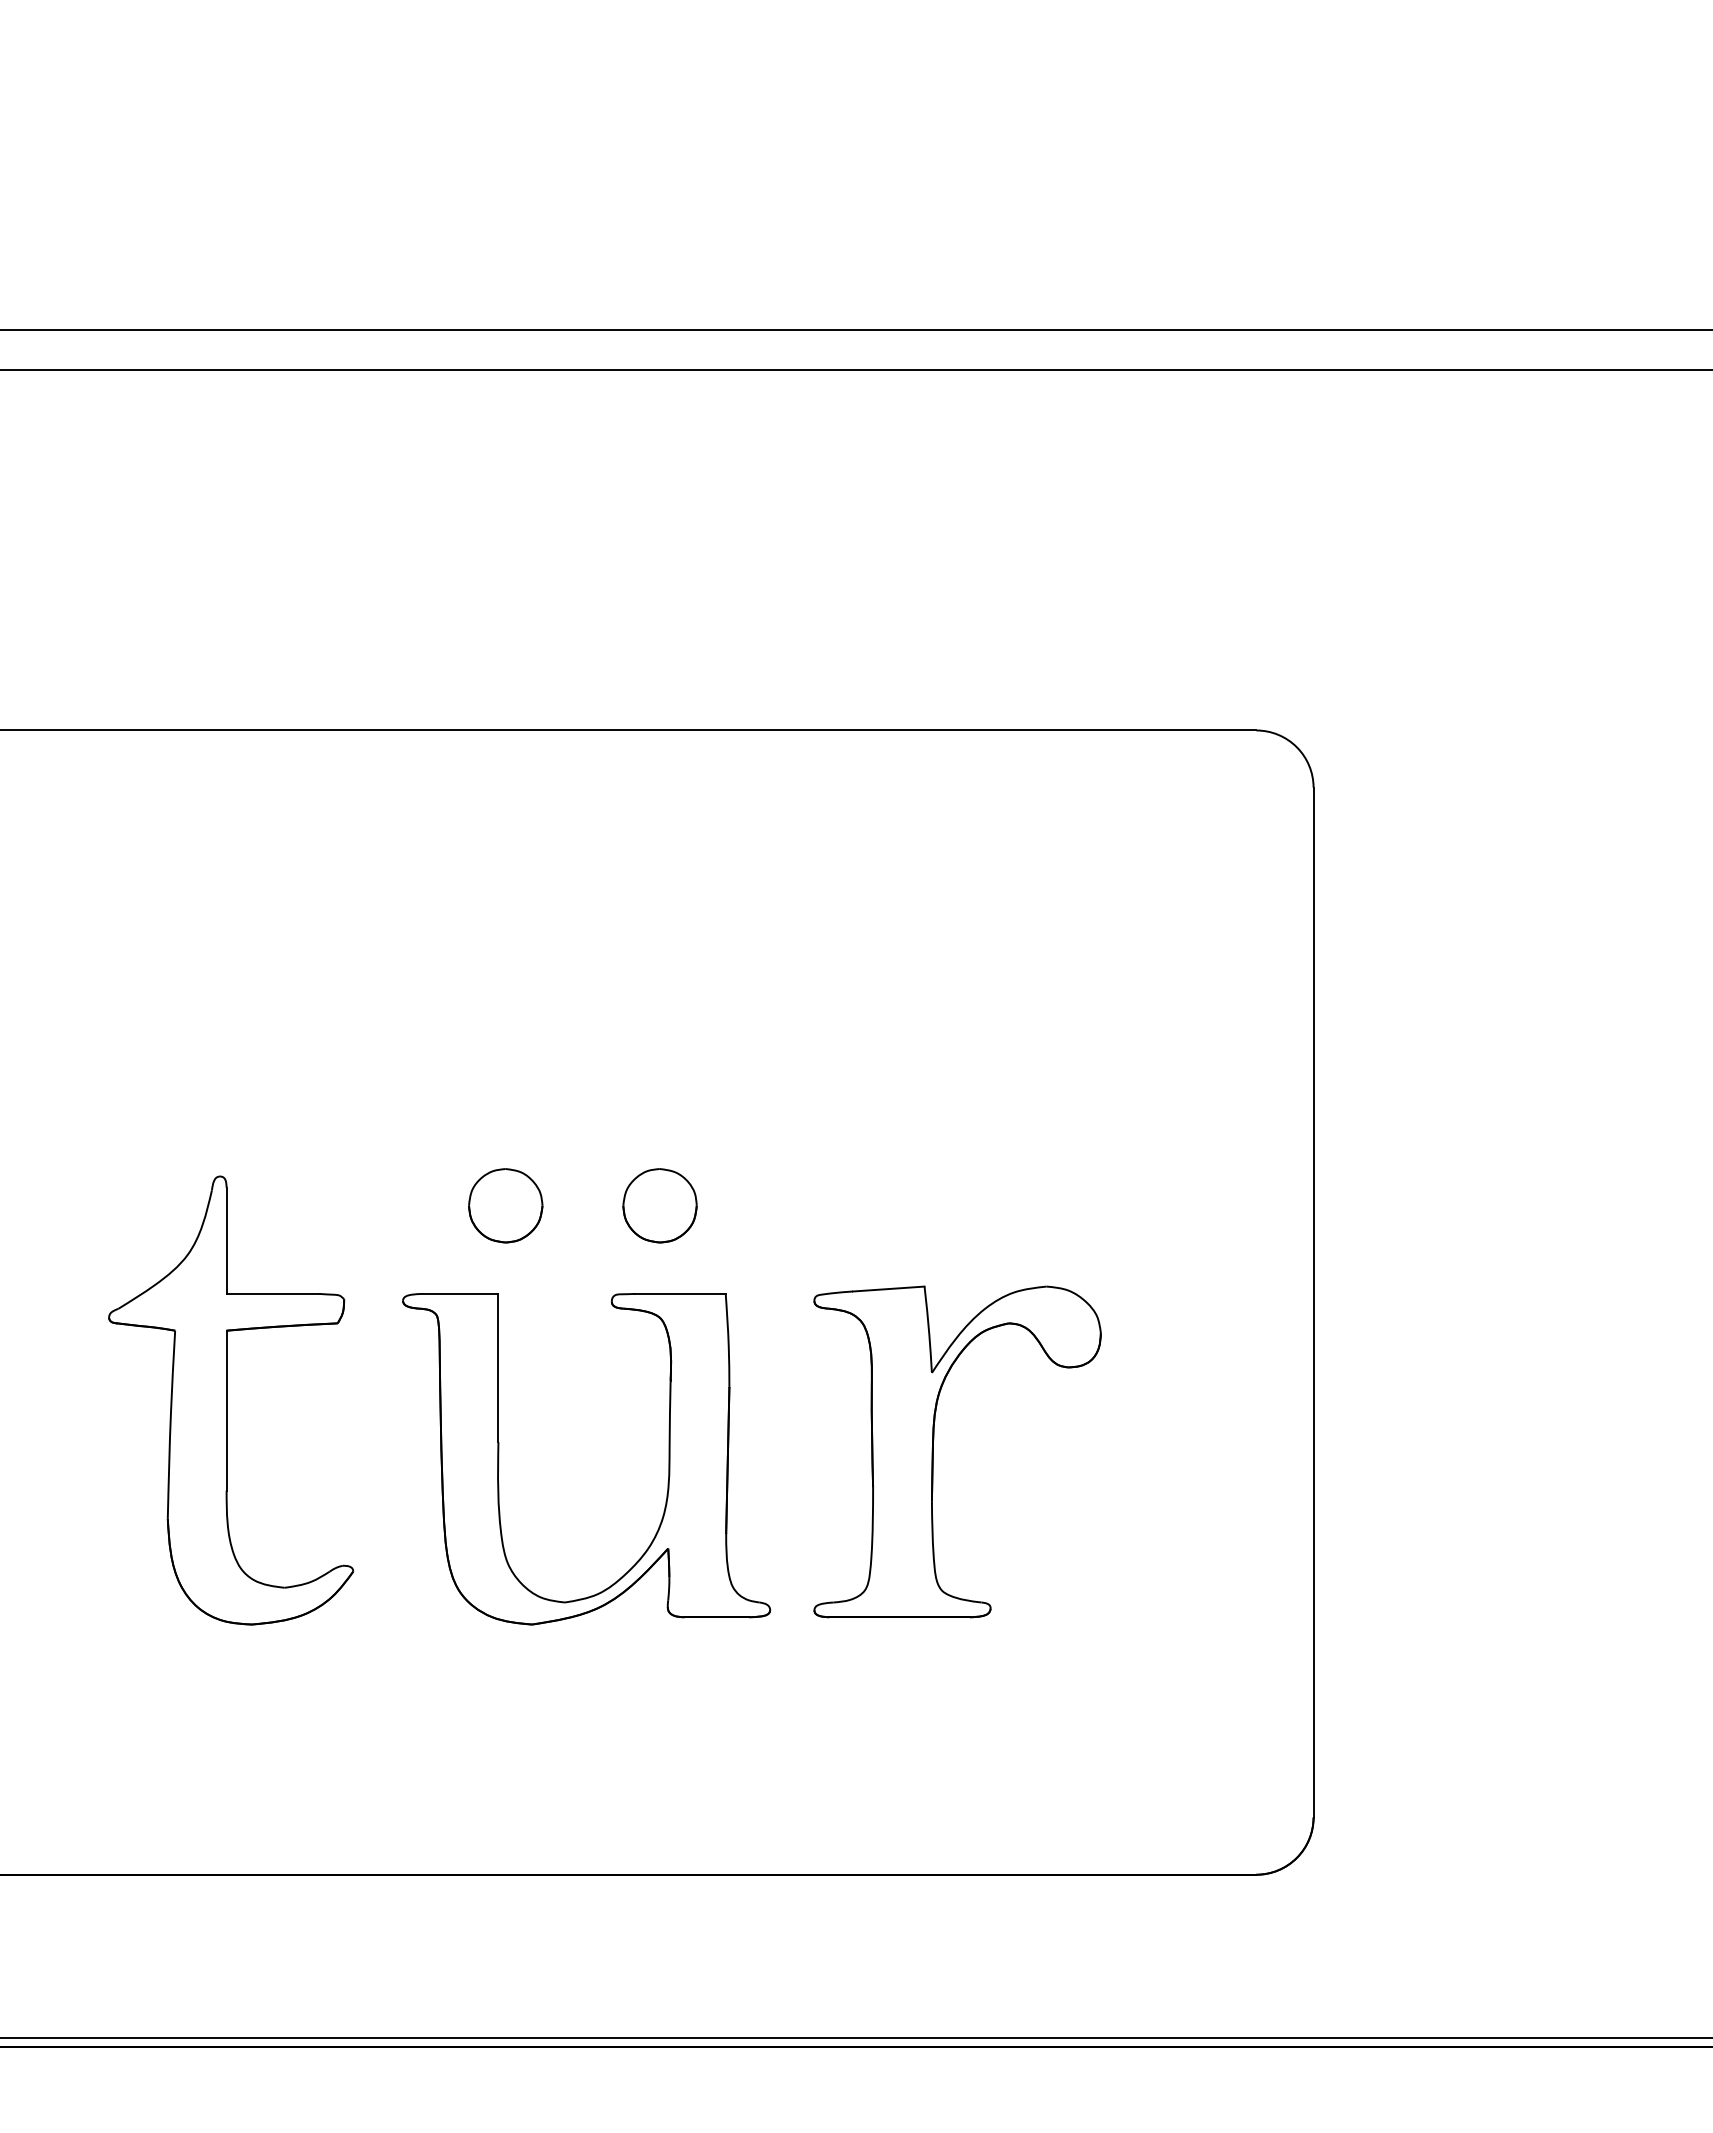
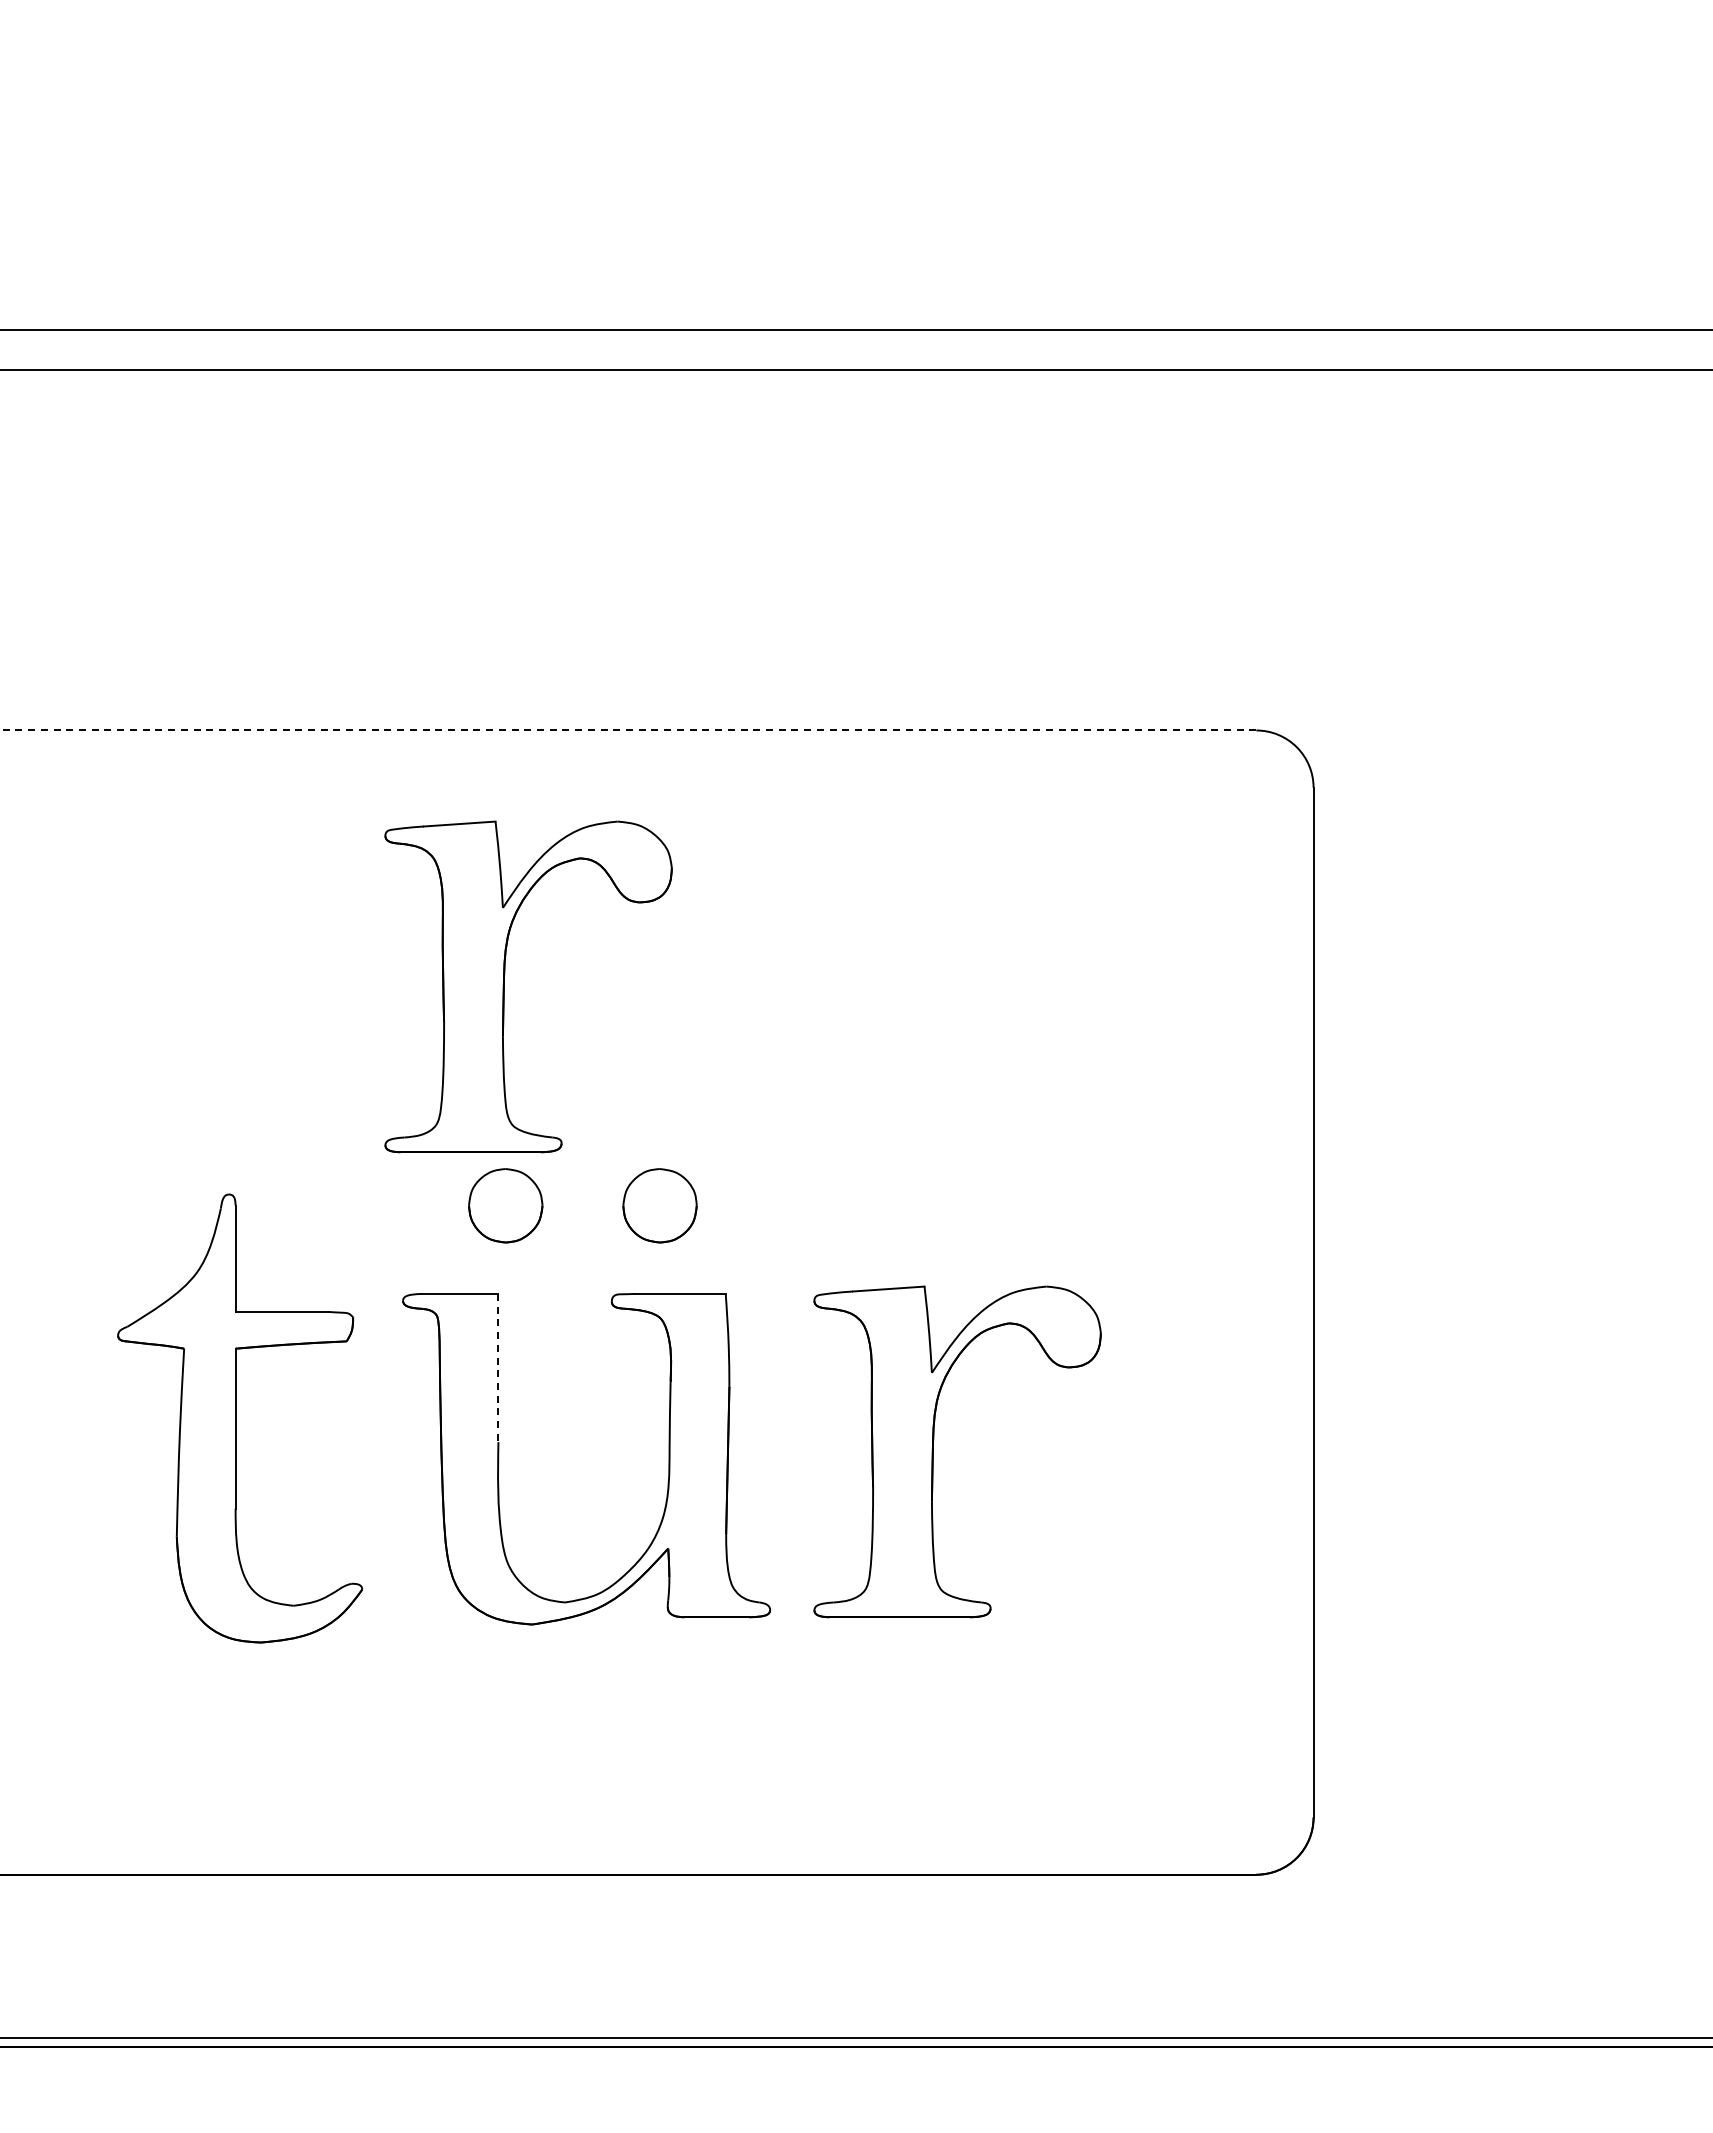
line at (628, 730): solid -> dashed
part at (504, 986): none -> present
line at (498, 1368): solid -> dashed
part at (231, 1400) position: (231, 1400) -> (240, 1418)
